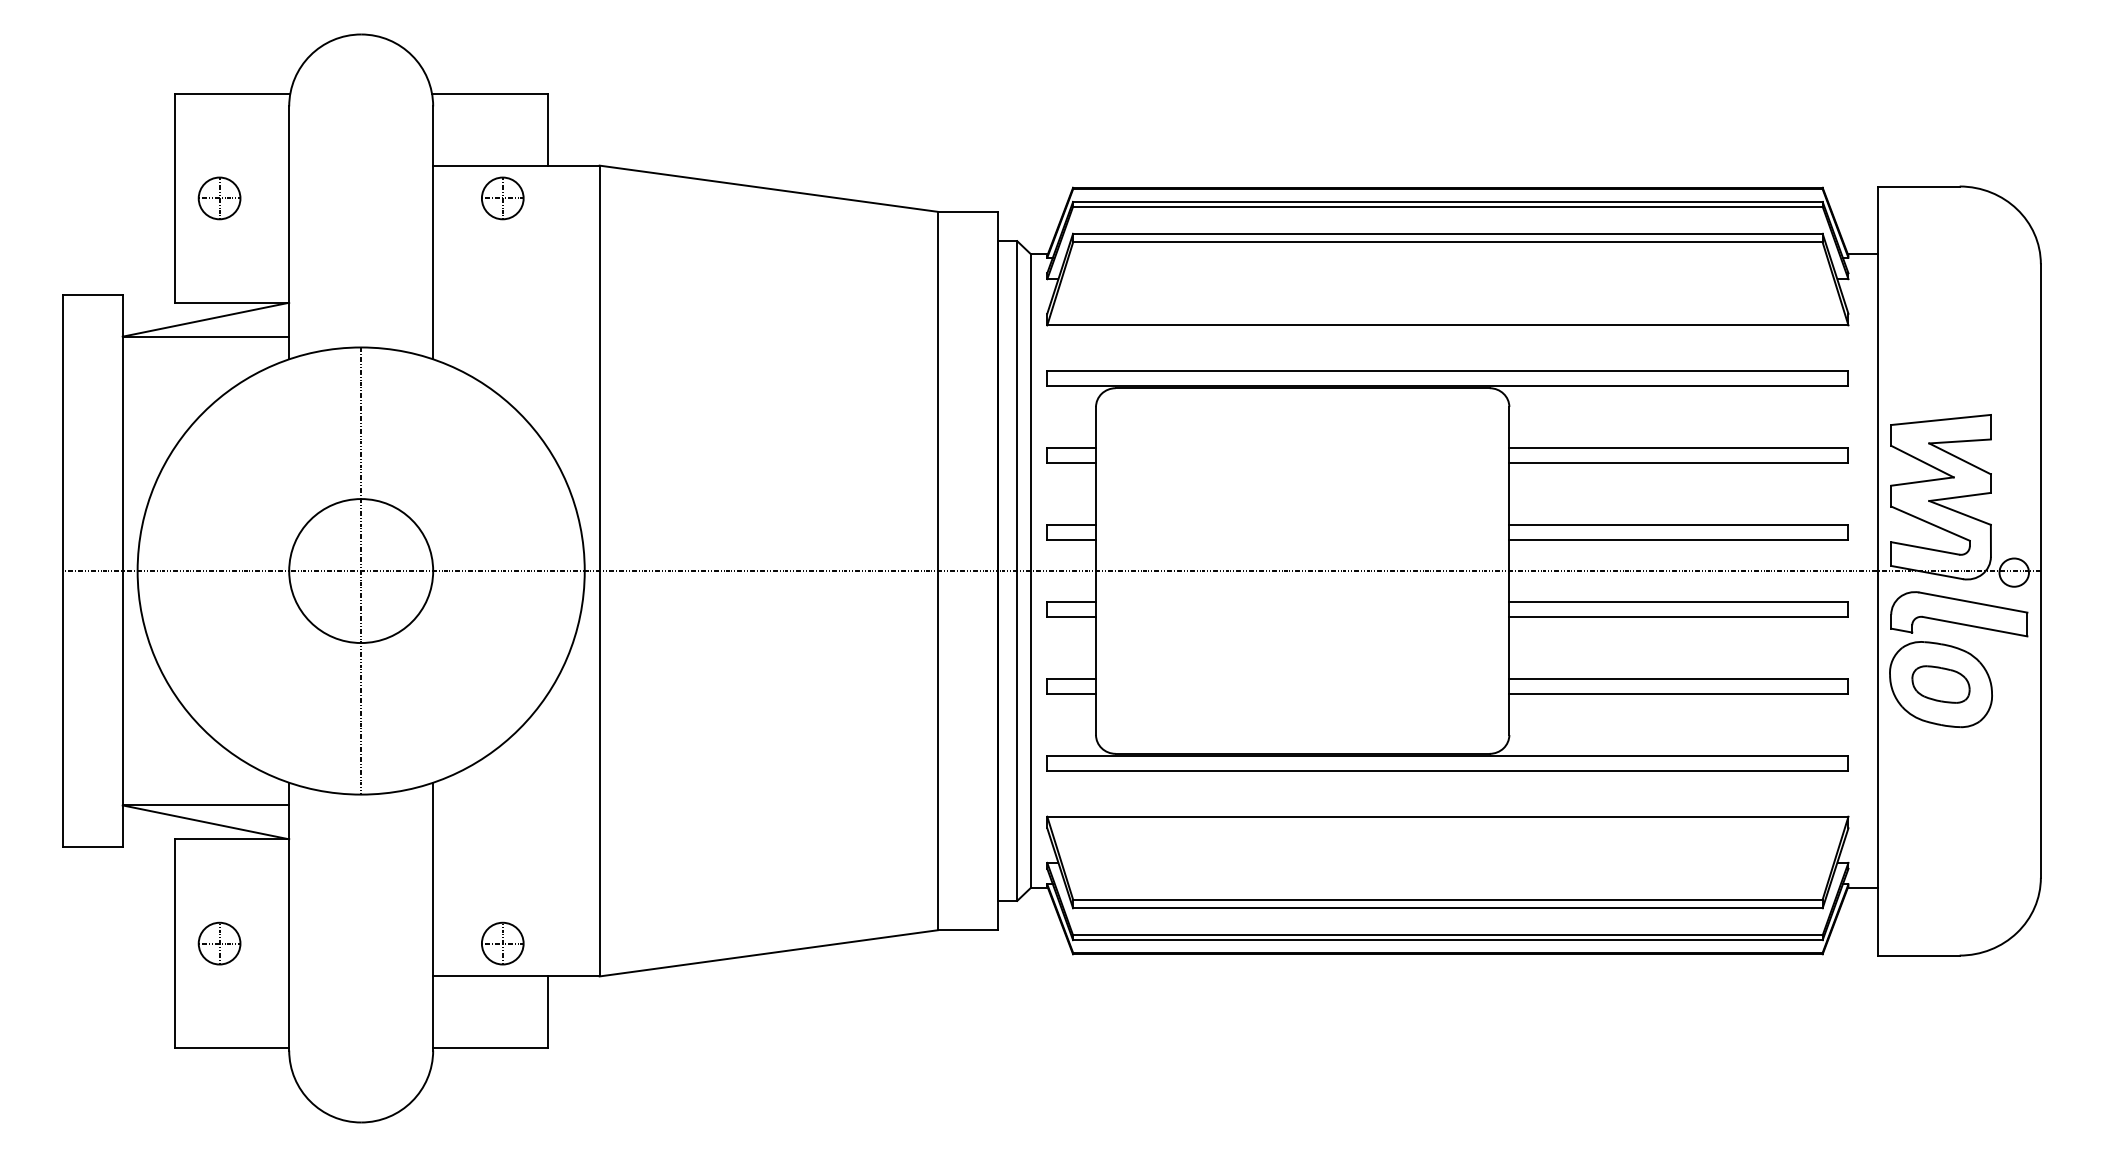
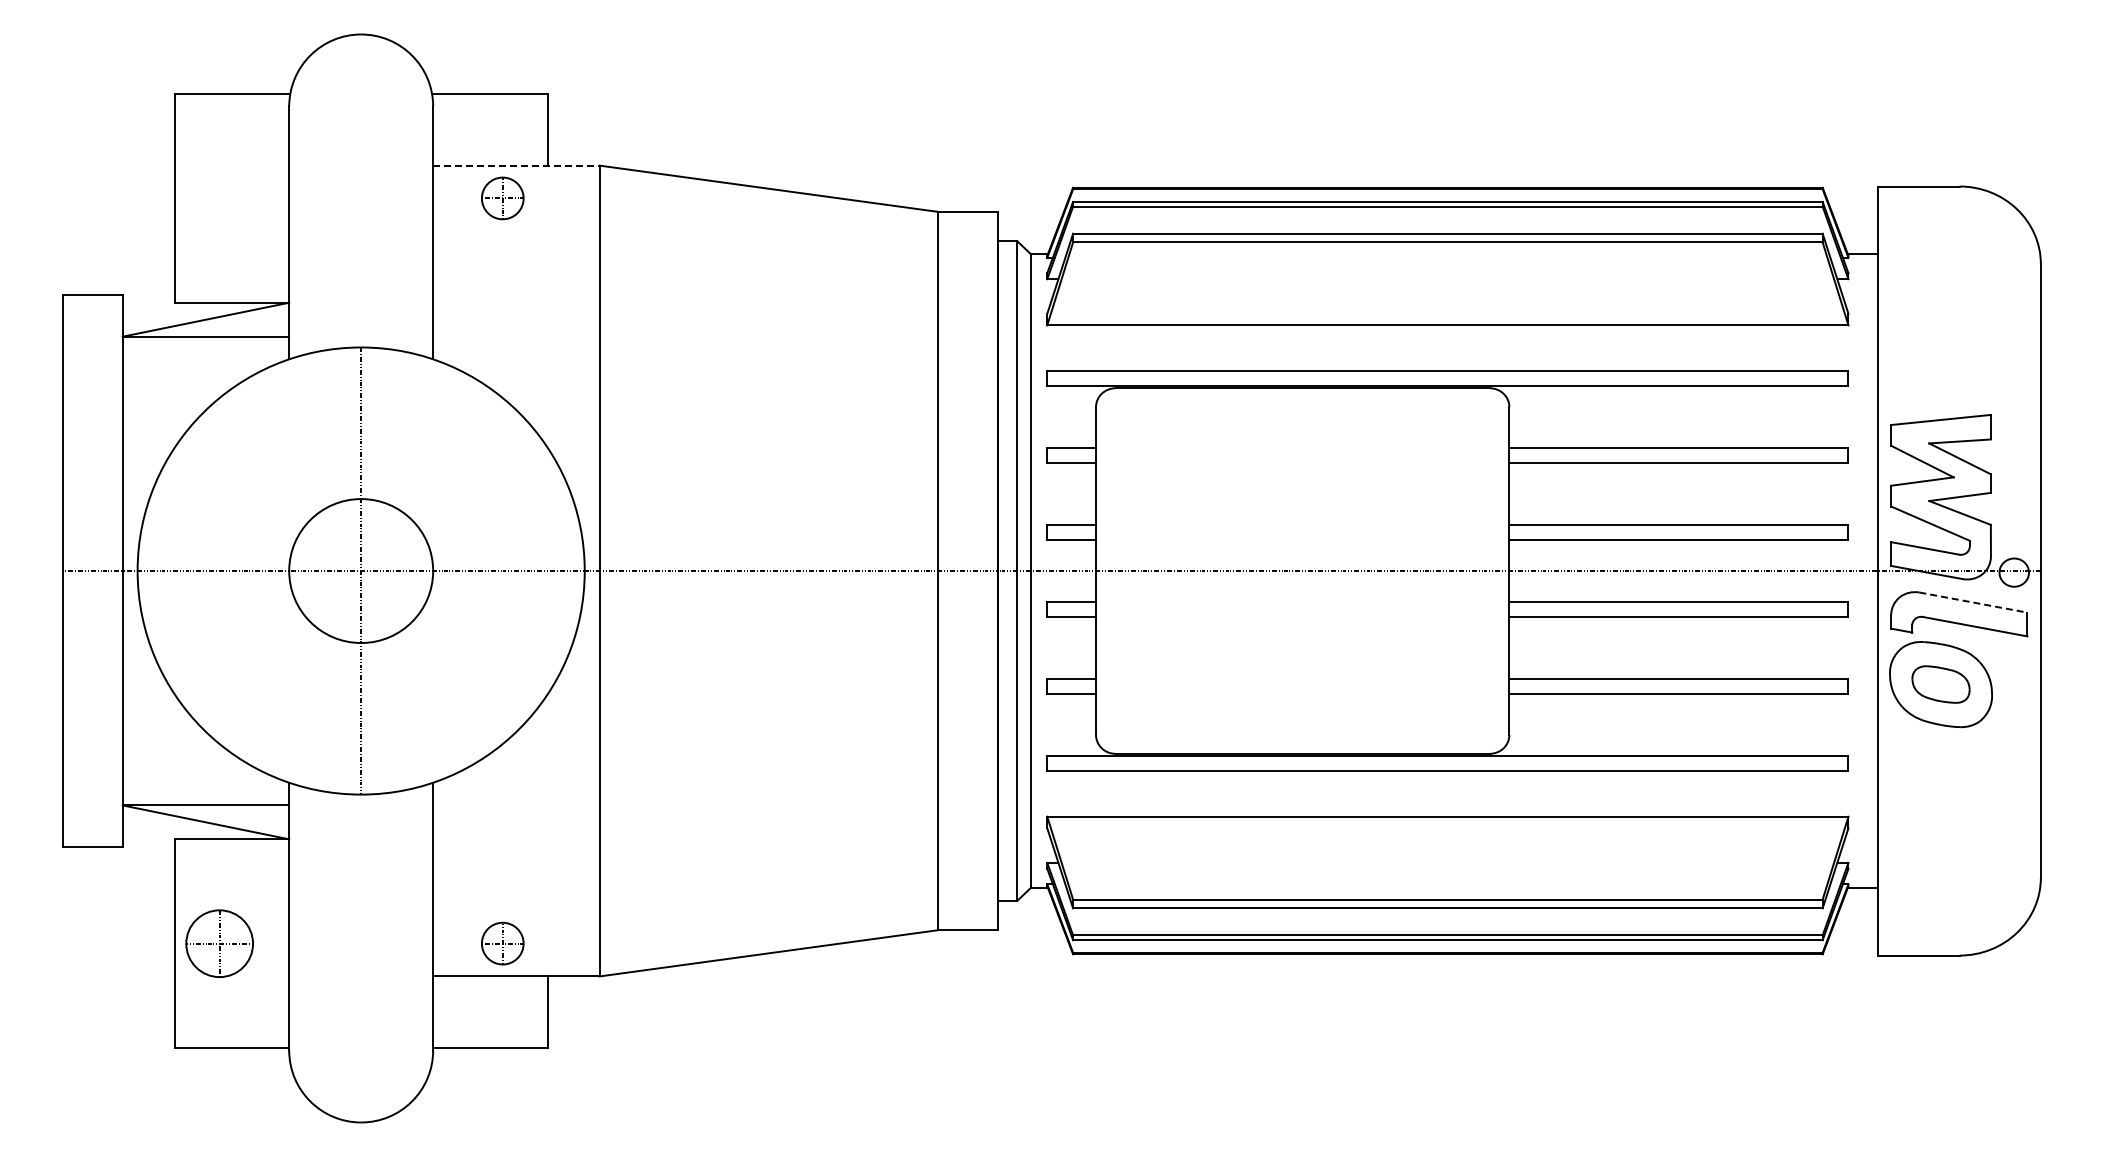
line at (516, 165): solid -> dashed
part at (219, 198): present -> none
line at (1973, 602): solid -> dashed
part at (219, 943) size: 45x45 px -> 69x69 px
